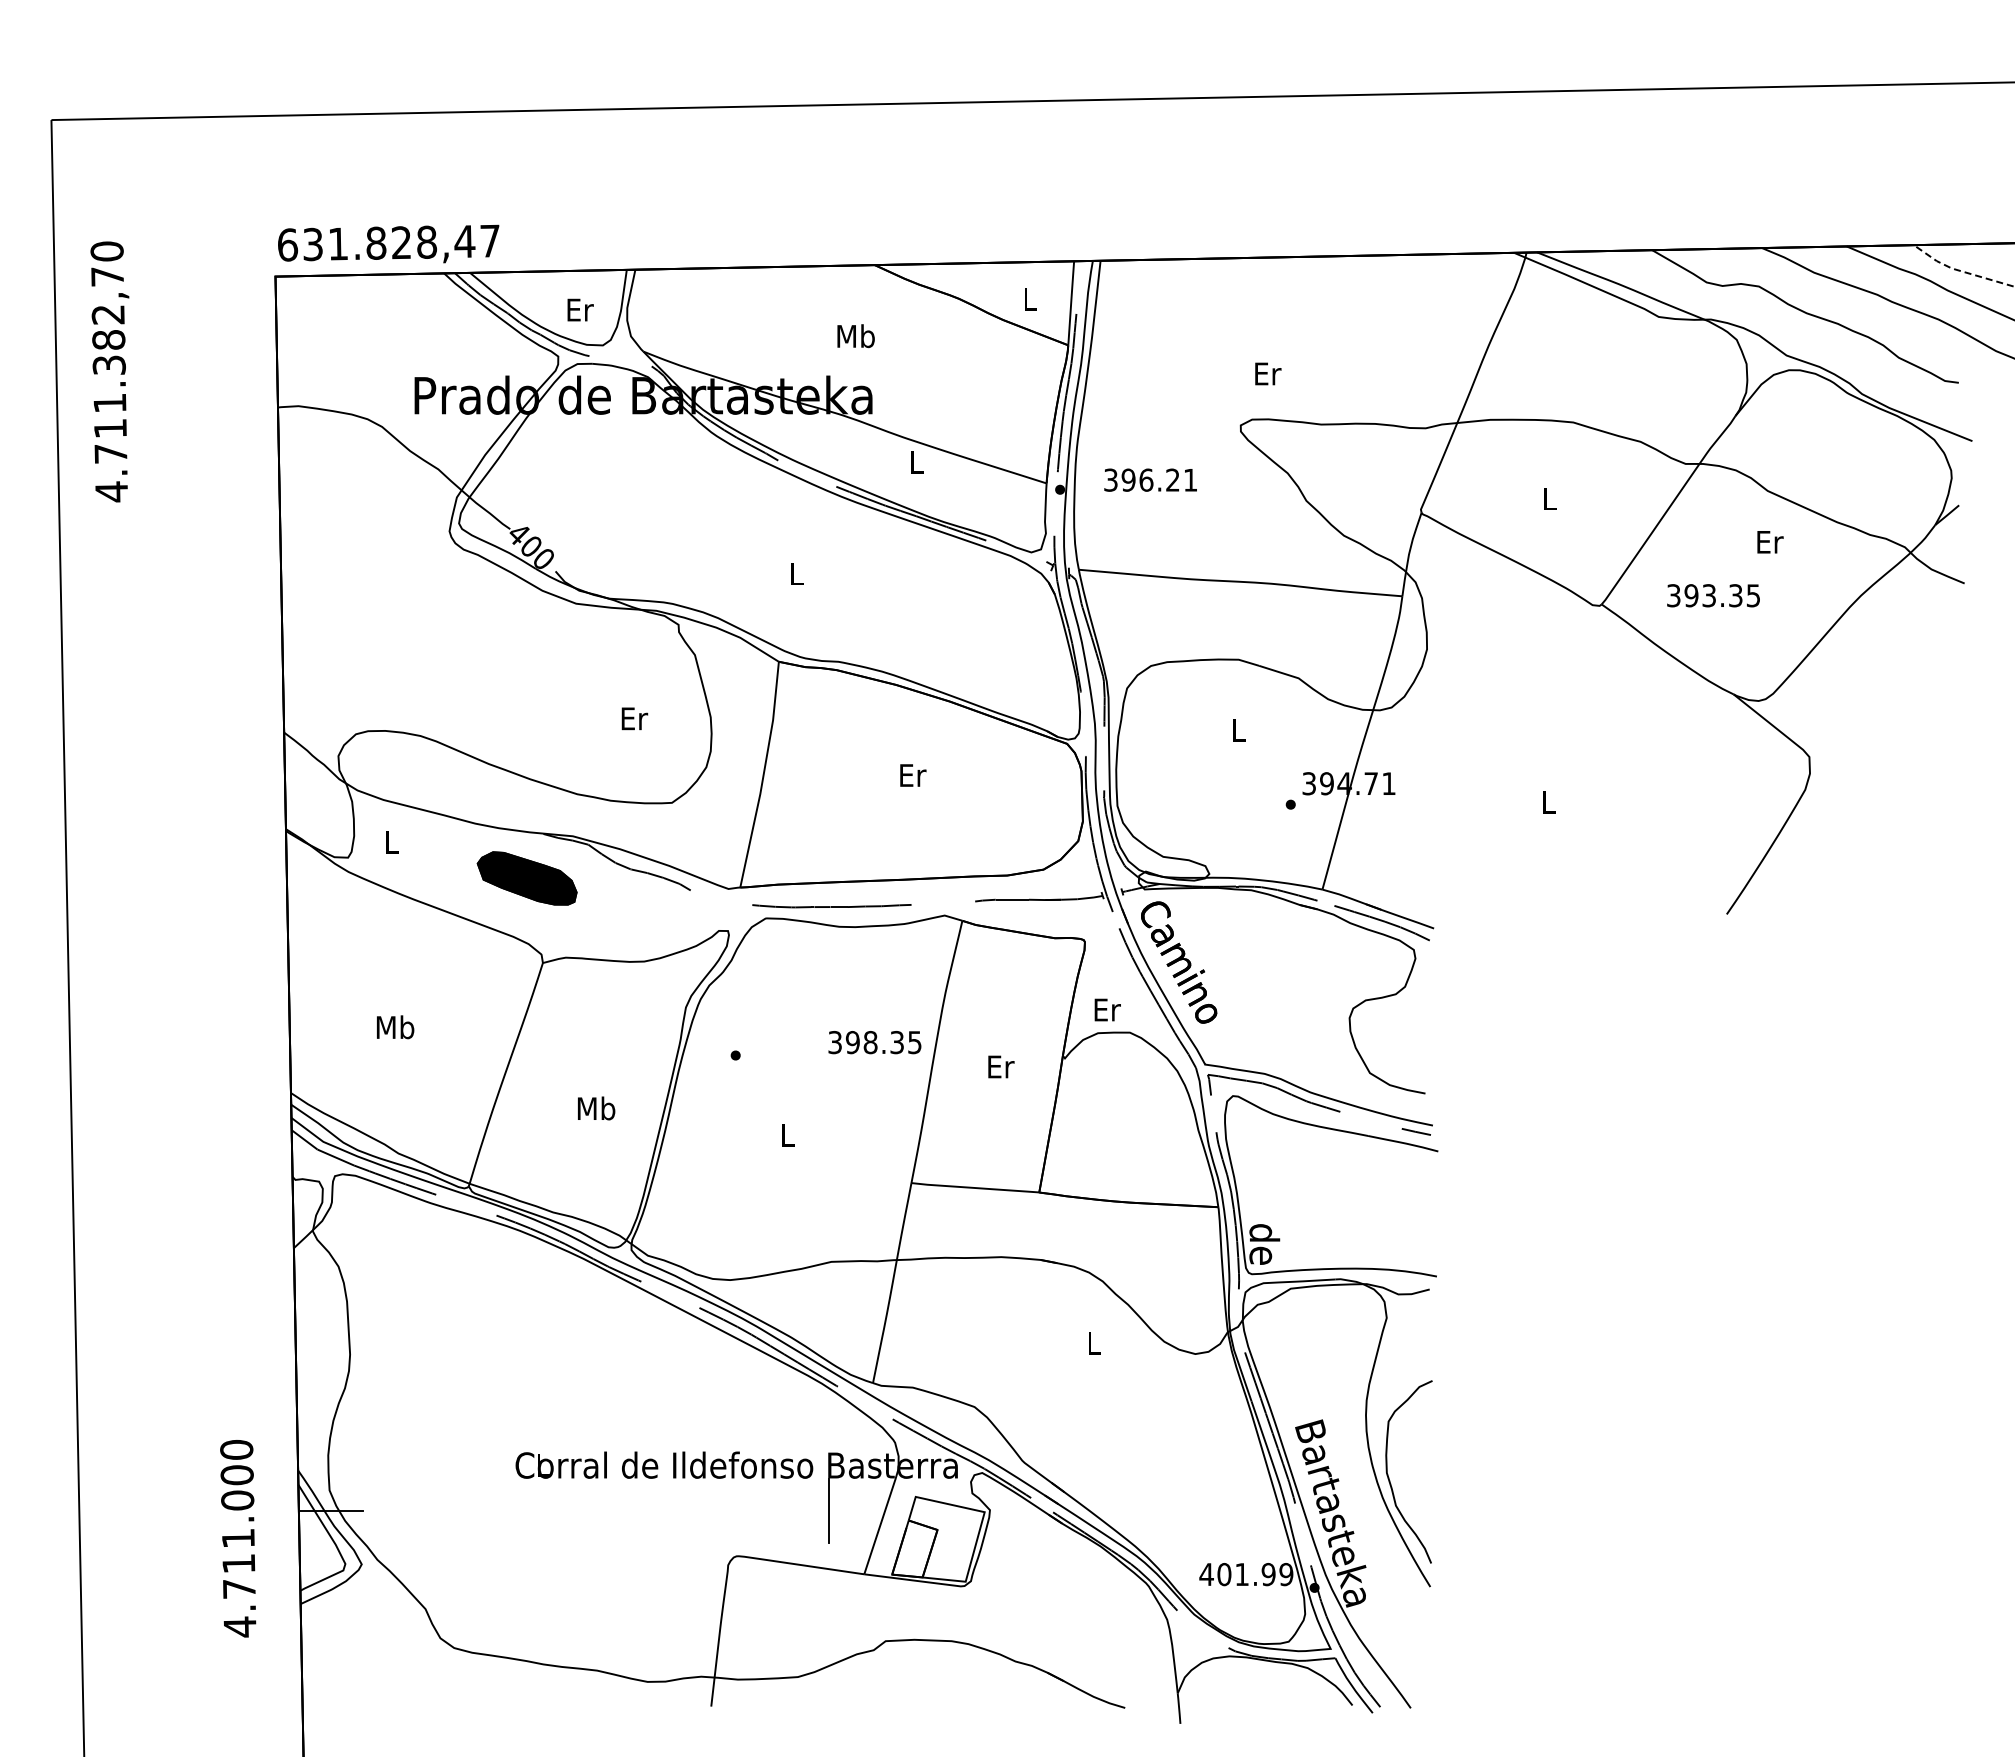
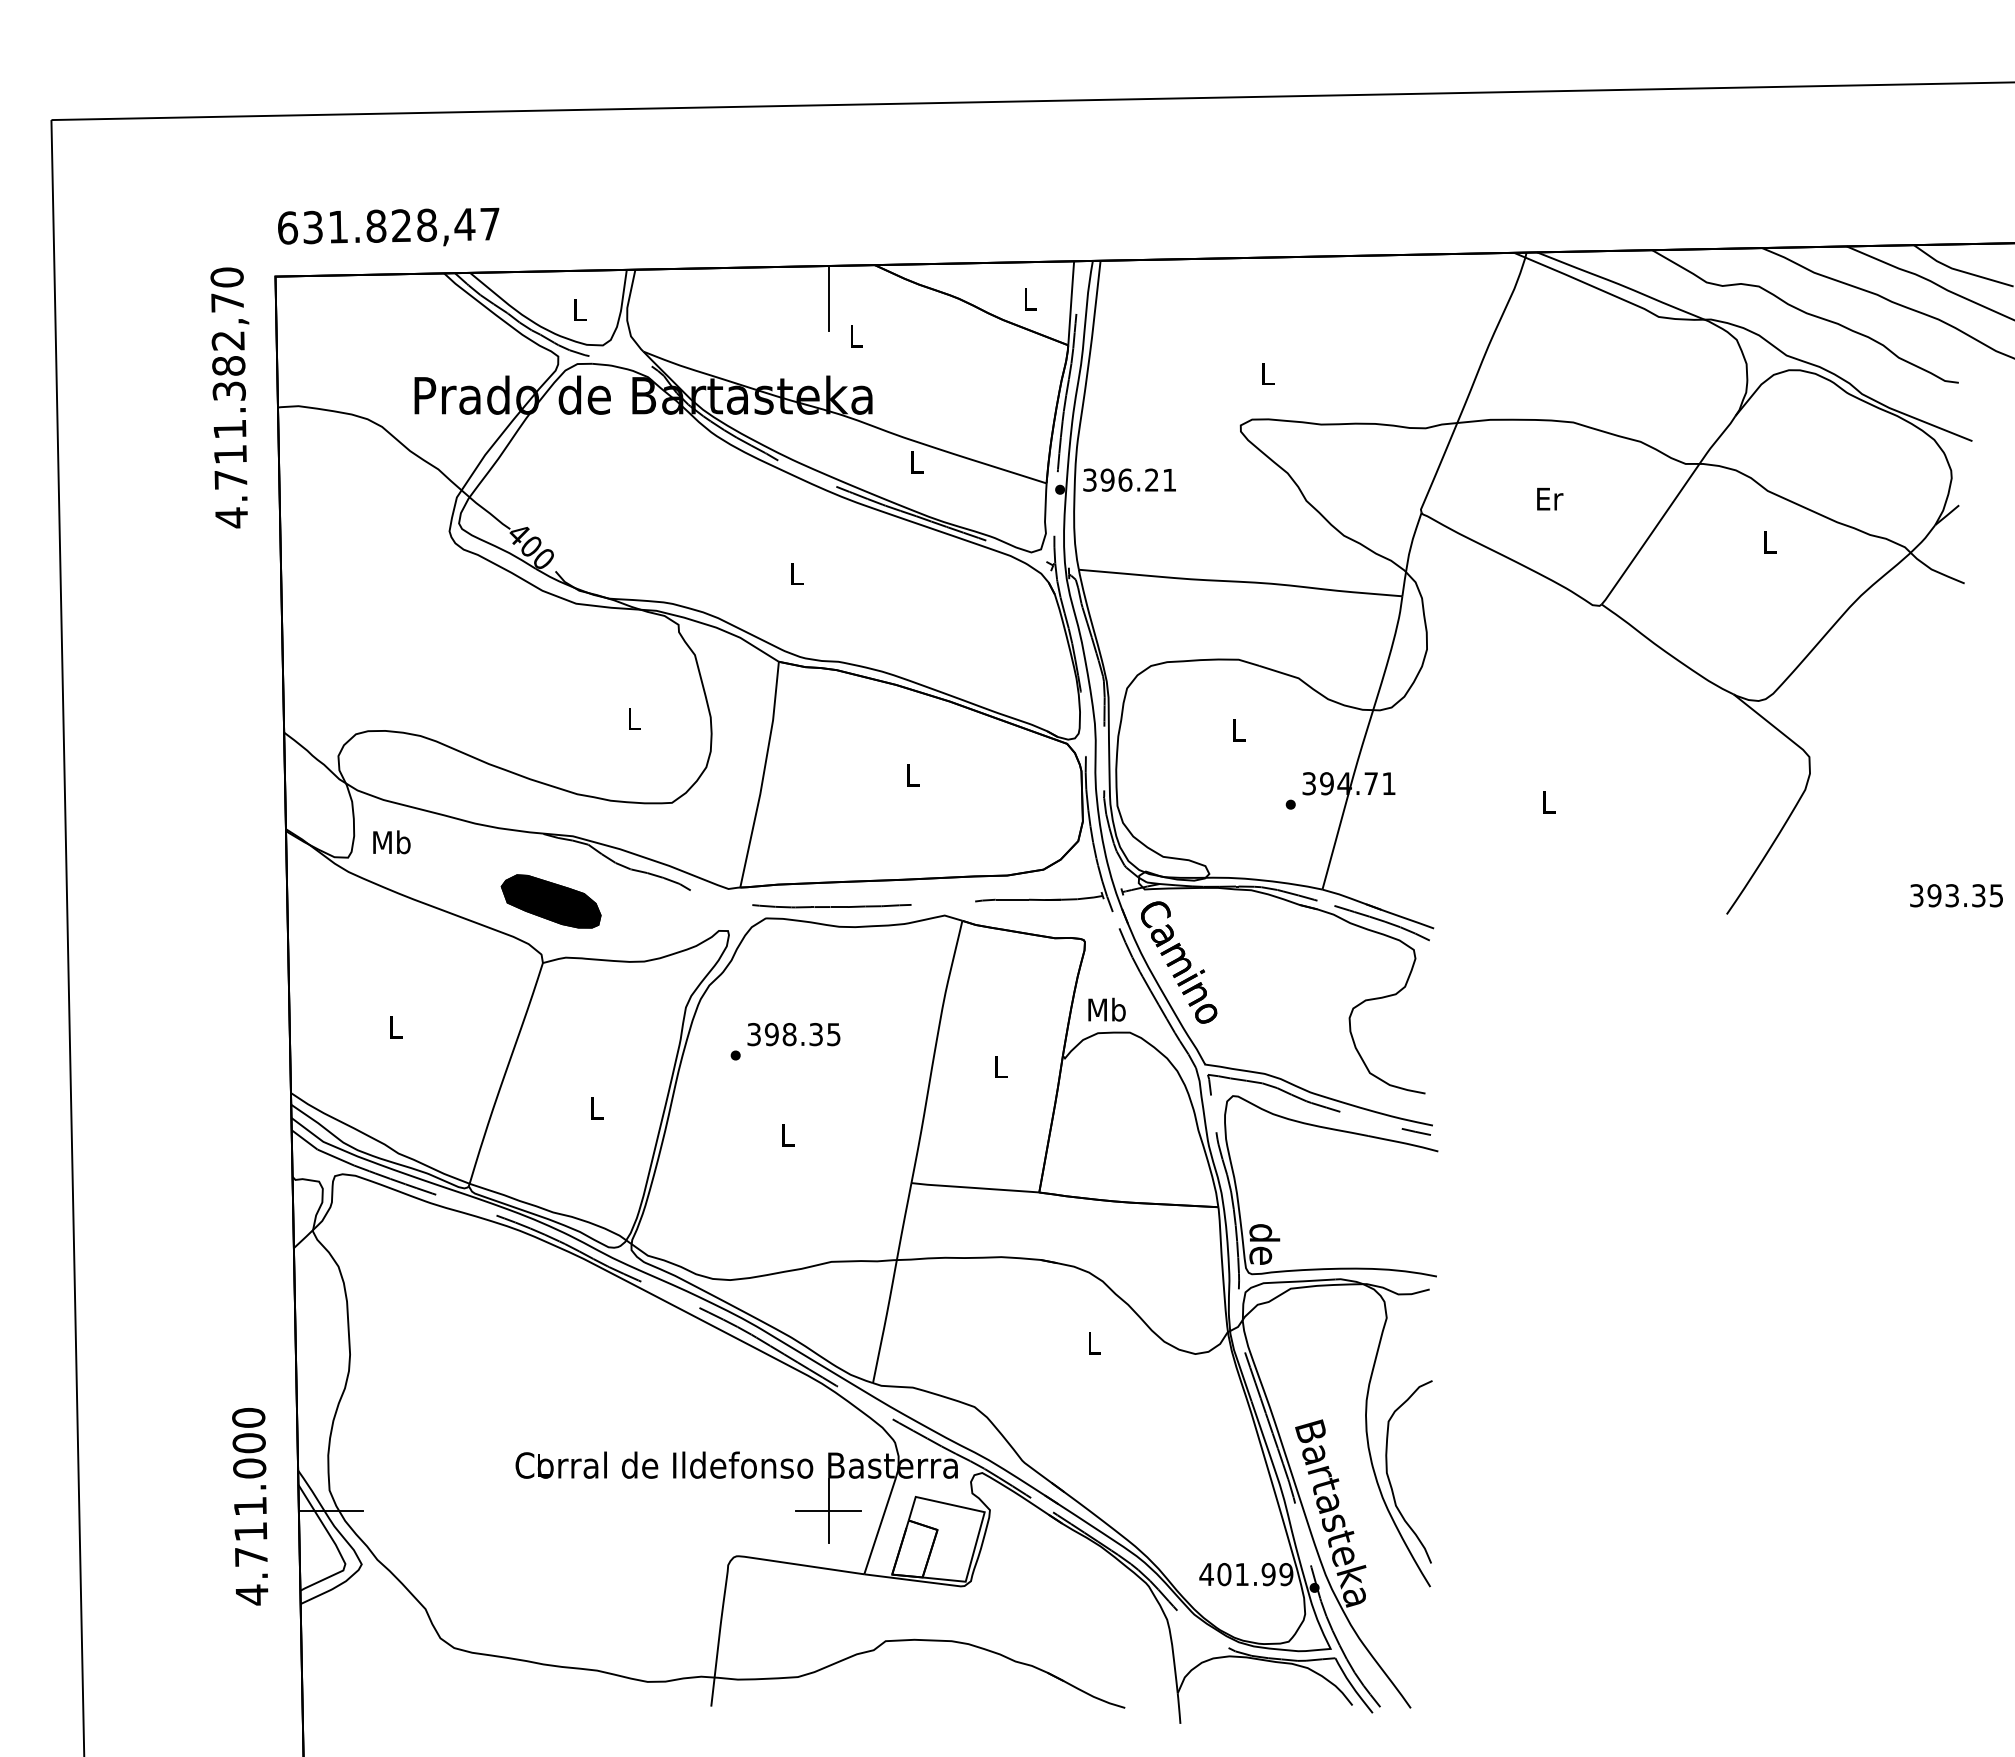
text at (388, 243) position: (388, 243) -> (388, 226)
line at (1960, 271): dashed -> solid
line at (828, 298): none -> present
text at (580, 309): Er -> L
text at (855, 336): Mb -> L
text at (109, 371) position: (109, 371) -> (229, 397)
text at (1268, 373): Er -> L
text at (1150, 479) position: (1150, 479) -> (1129, 479)
text at (1550, 498): L -> Er
text at (1770, 542): Er -> L
text at (1713, 595) position: (1713, 595) -> (1956, 895)
text at (634, 718): Er -> L
text at (913, 775): Er -> L
text at (391, 842): L -> Mb
part at (526, 878) position: (526, 878) -> (550, 901)
text at (1106, 1009): Er -> Mb
text at (395, 1027): Mb -> L
text at (874, 1042) position: (874, 1042) -> (793, 1034)
text at (1001, 1066): Er -> L
text at (596, 1108): Mb -> L
line at (828, 1510): none -> present
text at (238, 1538) position: (238, 1538) -> (250, 1506)
